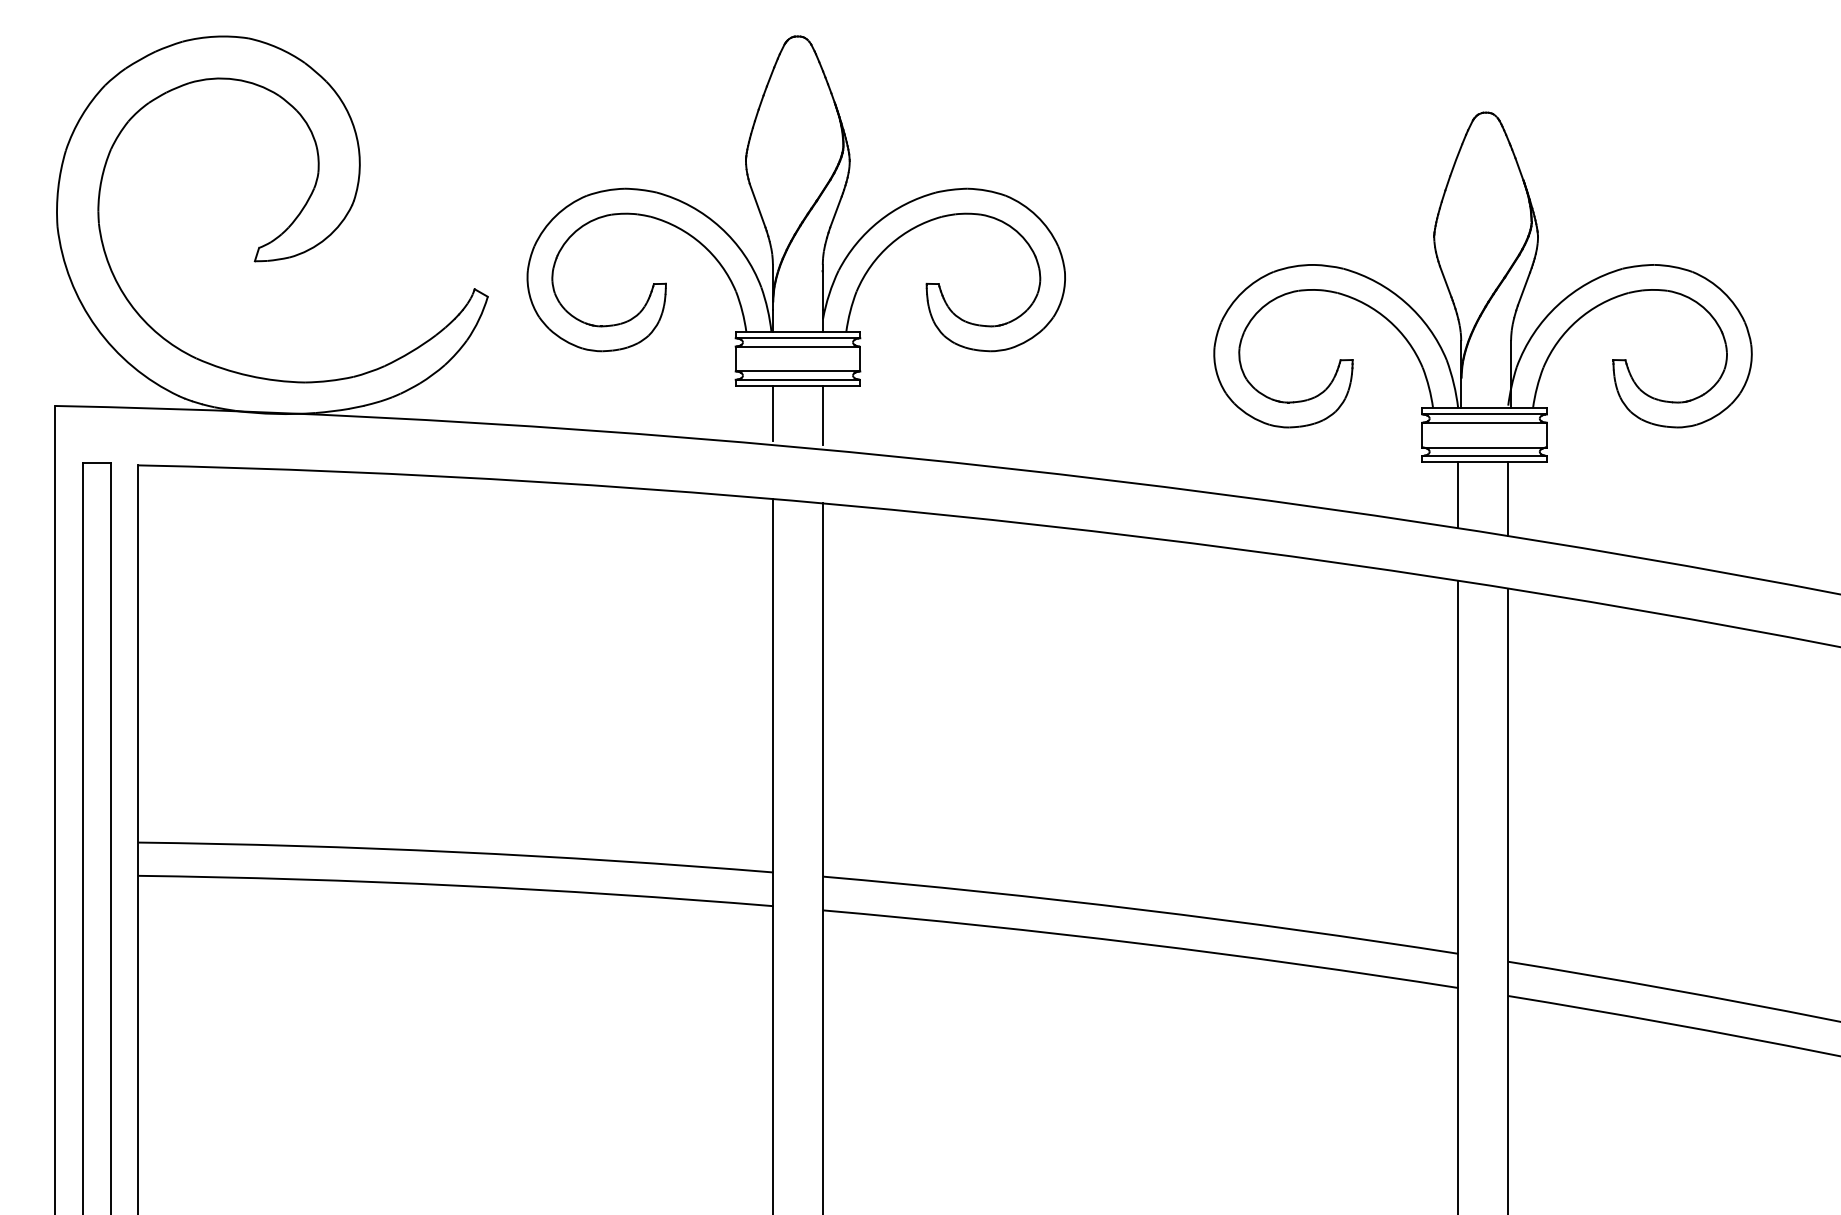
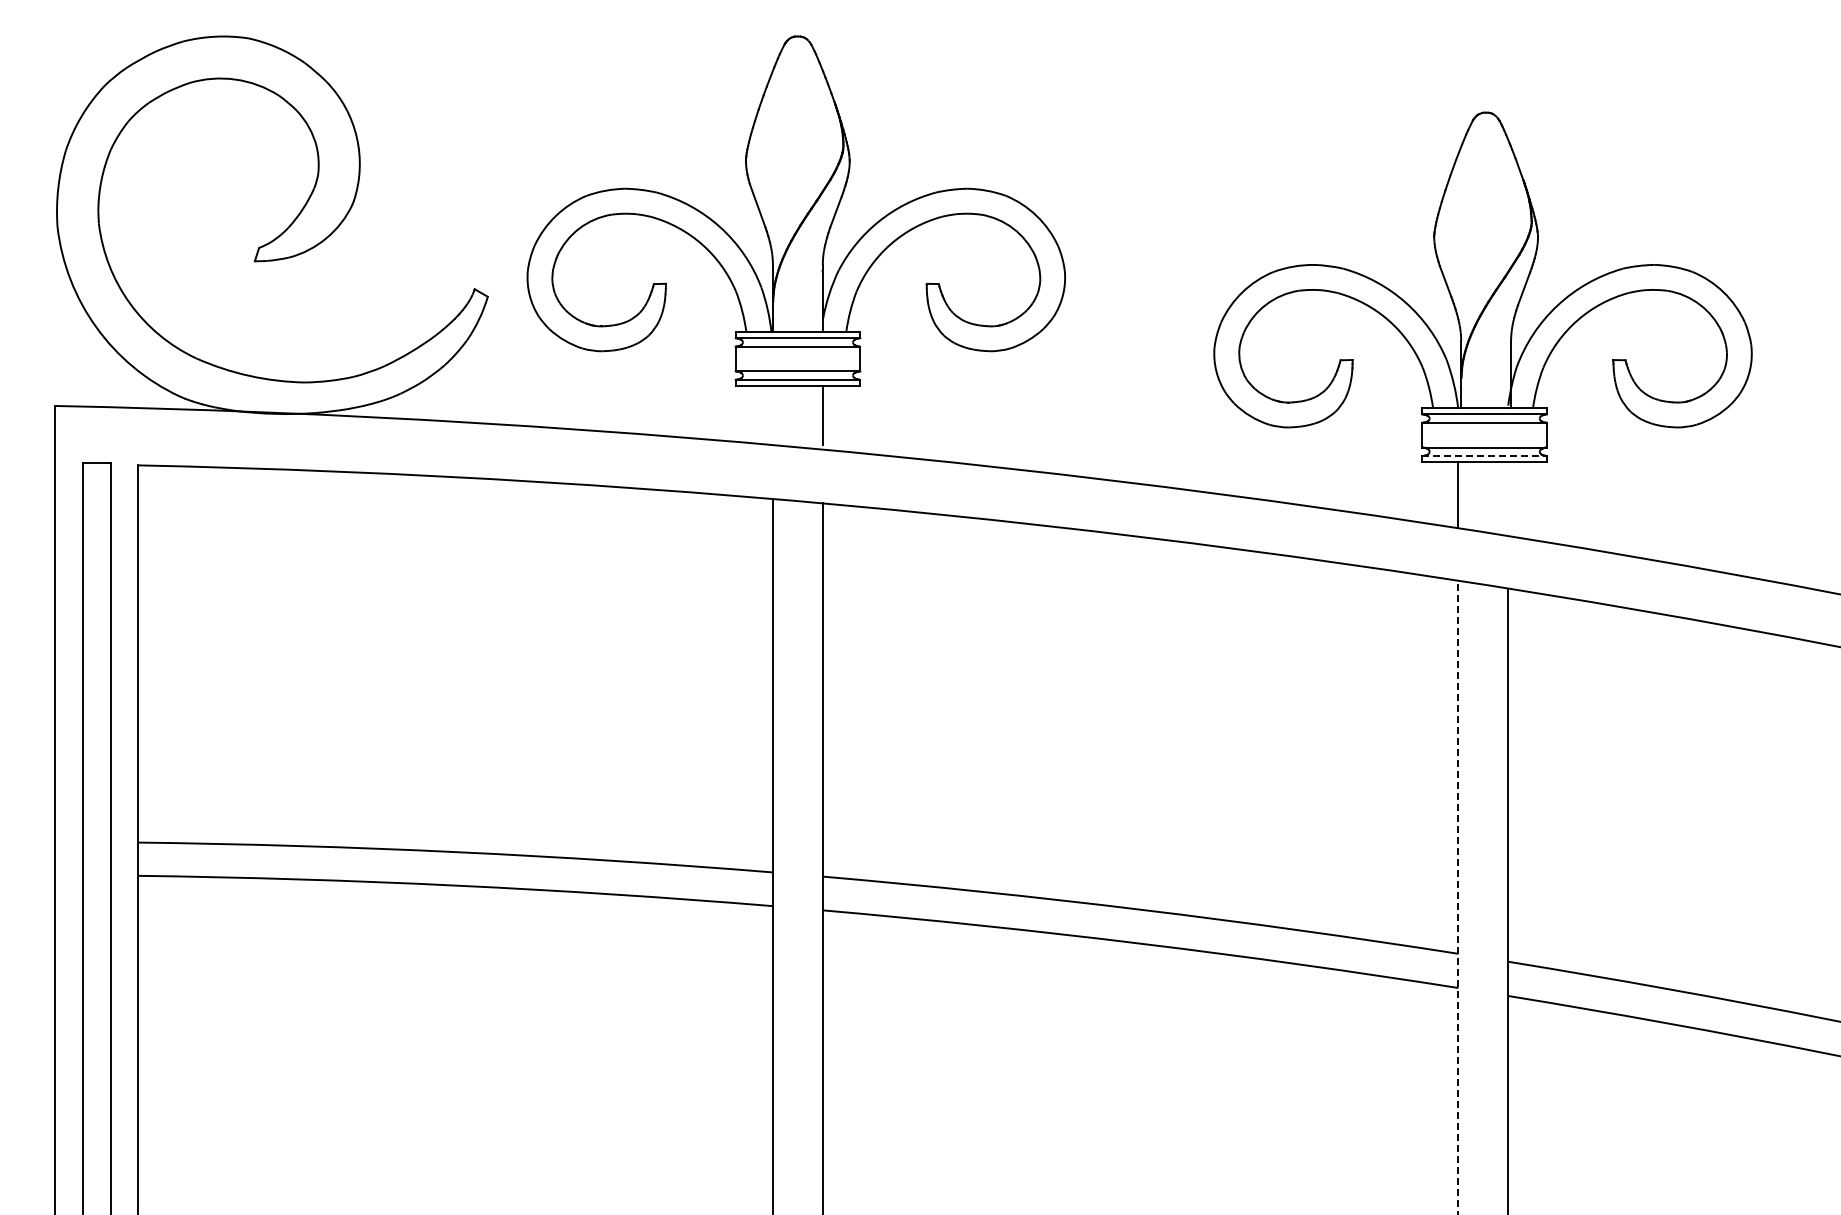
line at (773, 413): present -> none
line at (1485, 455): solid -> dashed
line at (1508, 498): present -> none
line at (1458, 897): solid -> dashed
